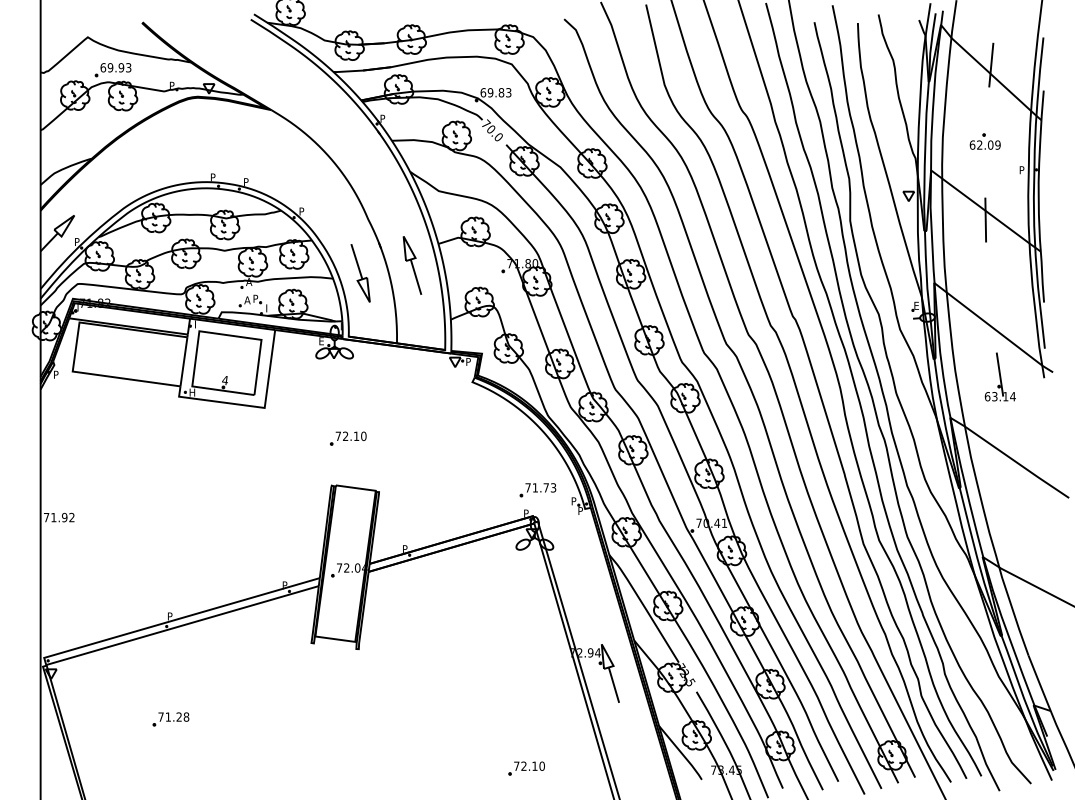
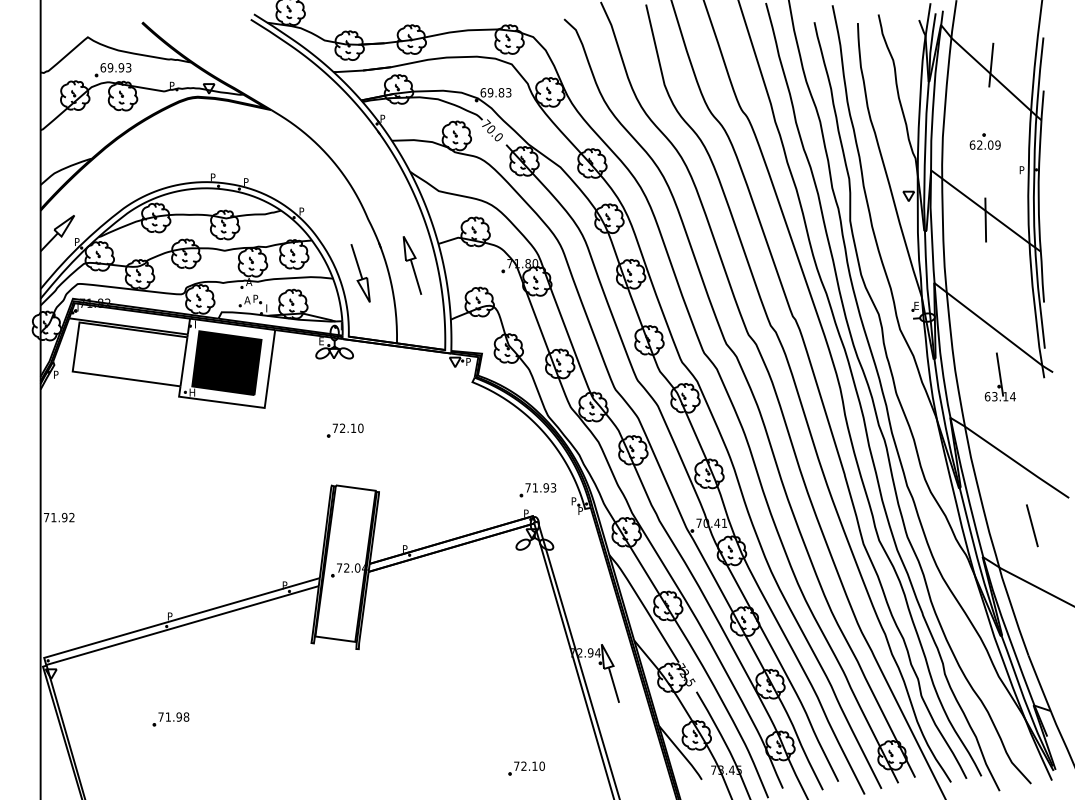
fill at (226, 363): none -> present
part at (348, 438) position: (348, 438) -> (345, 430)
text at (546, 487): 71.73 -> 71.93
line at (1032, 525): none -> present
text at (178, 716): 71.28 -> 71.98
